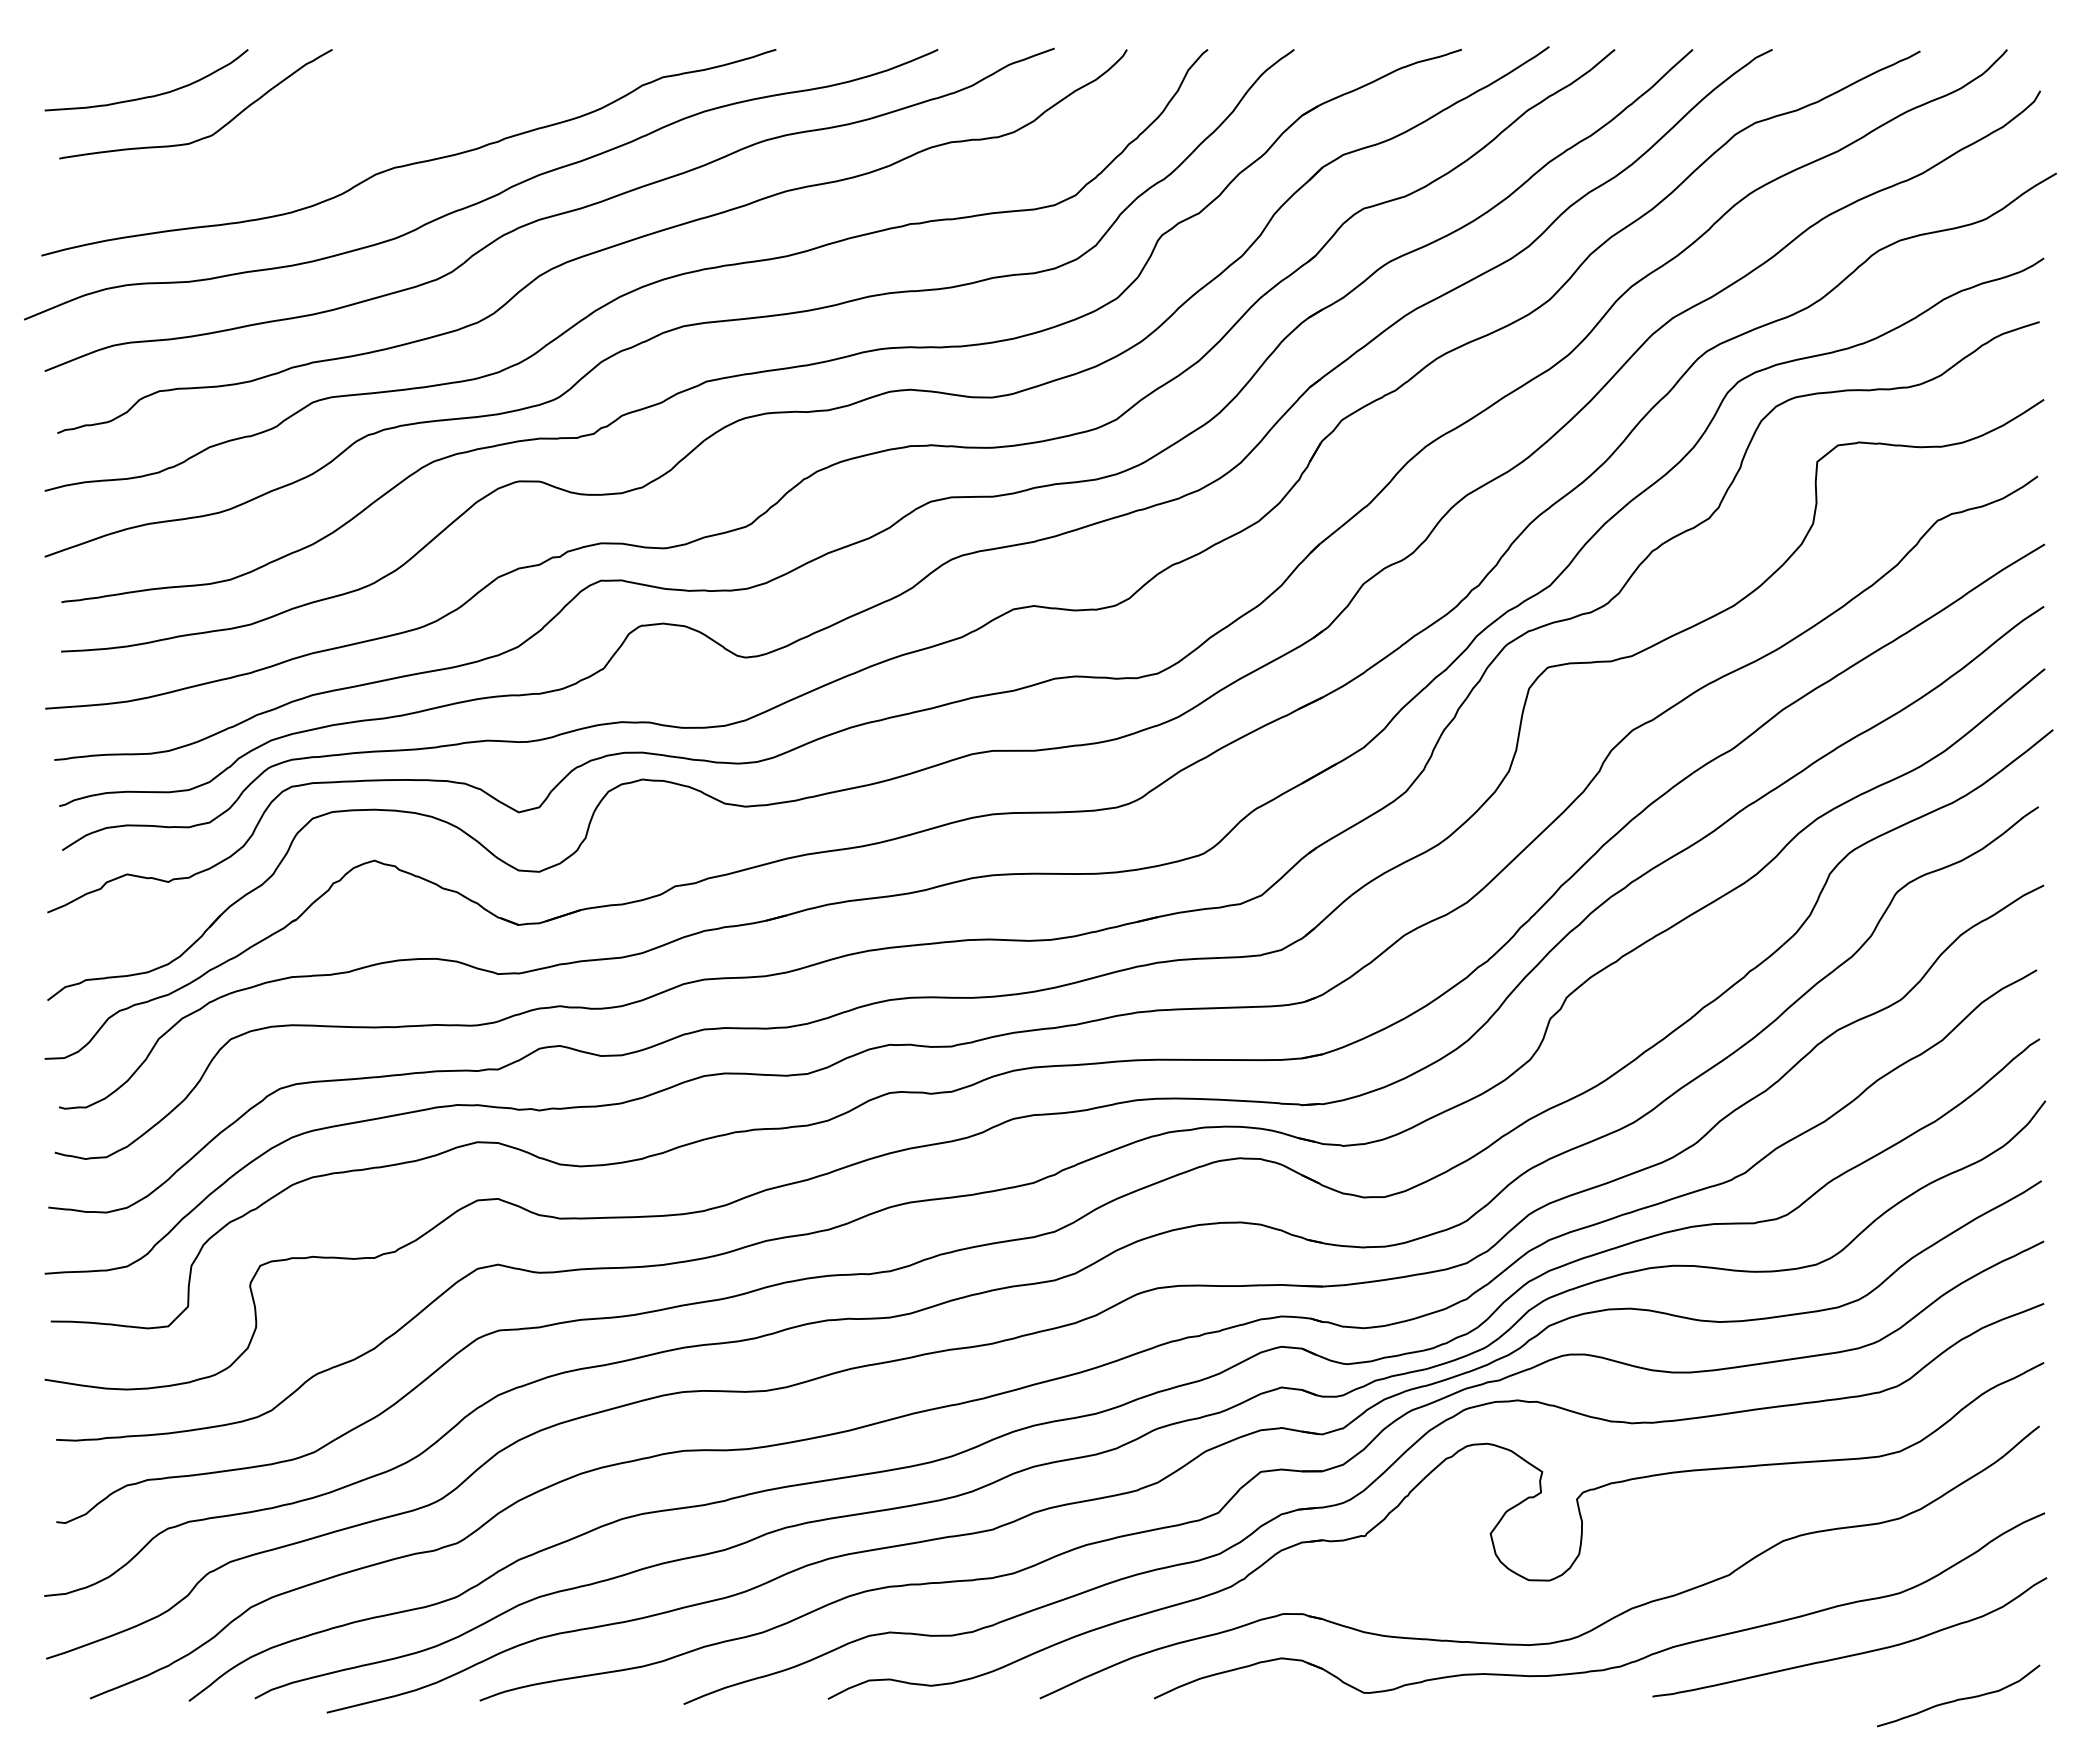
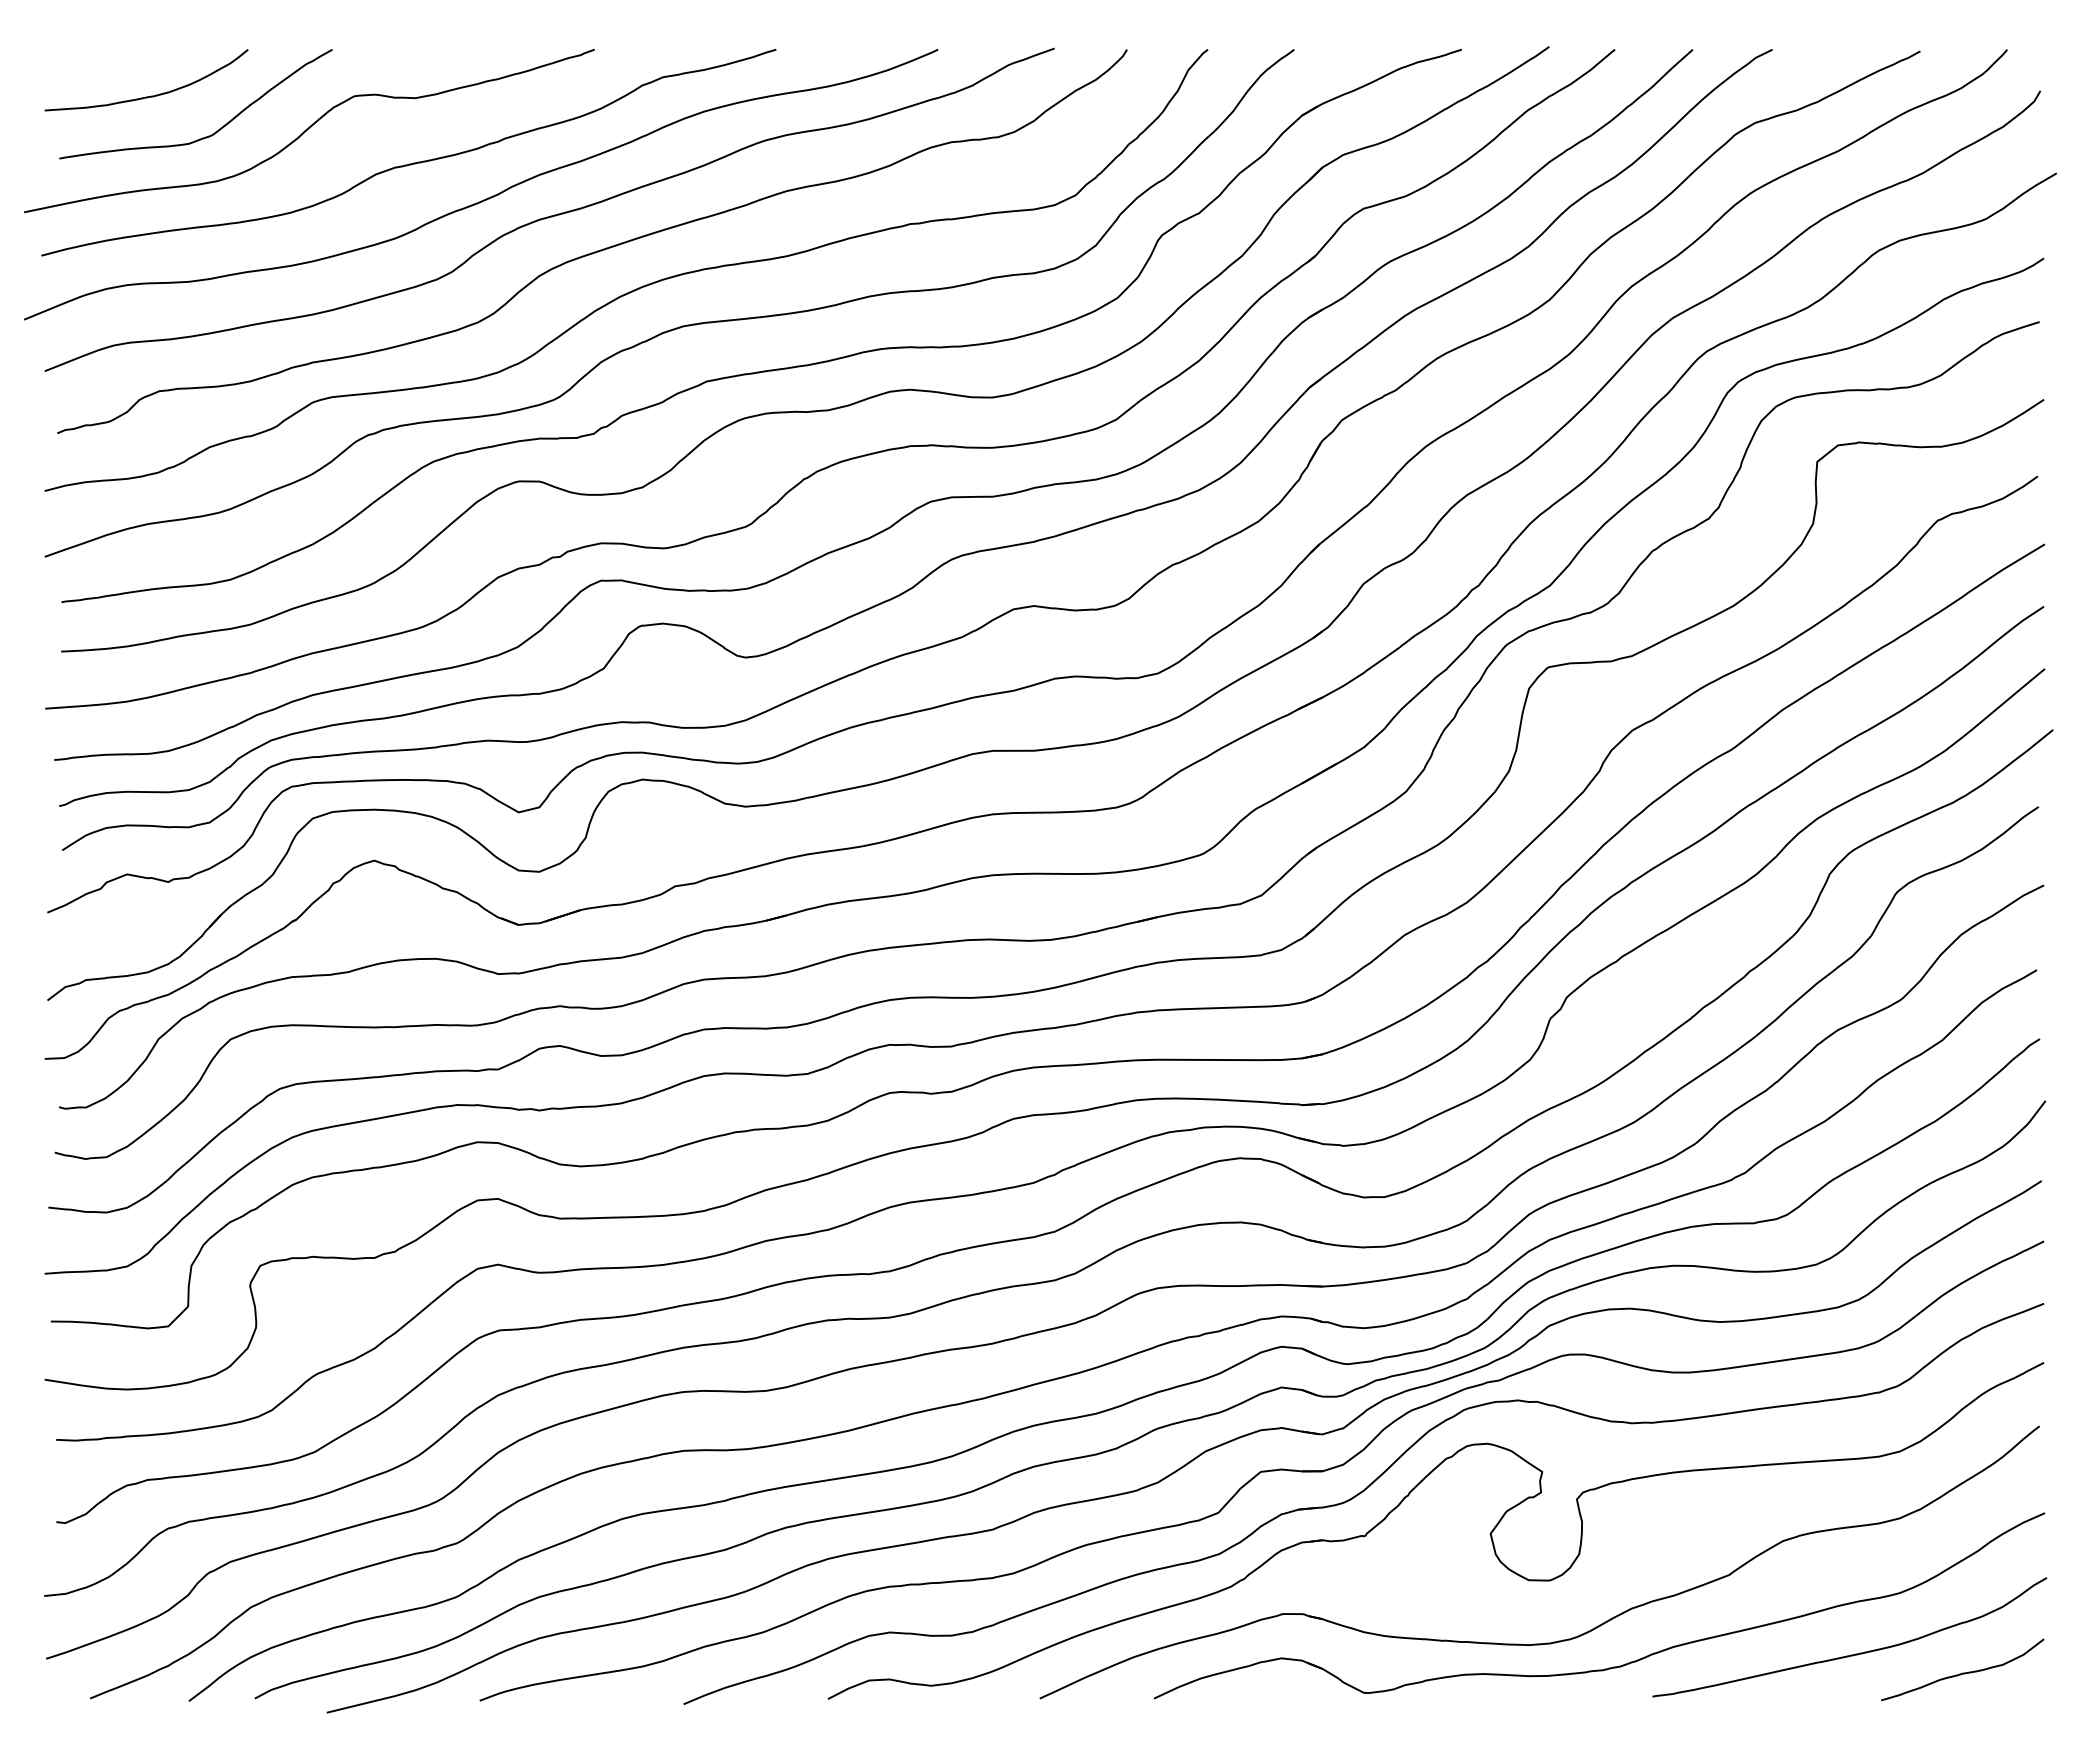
curve at (308, 129): none -> present
curve at (1958, 1698) position: (1958, 1698) -> (1962, 1672)
